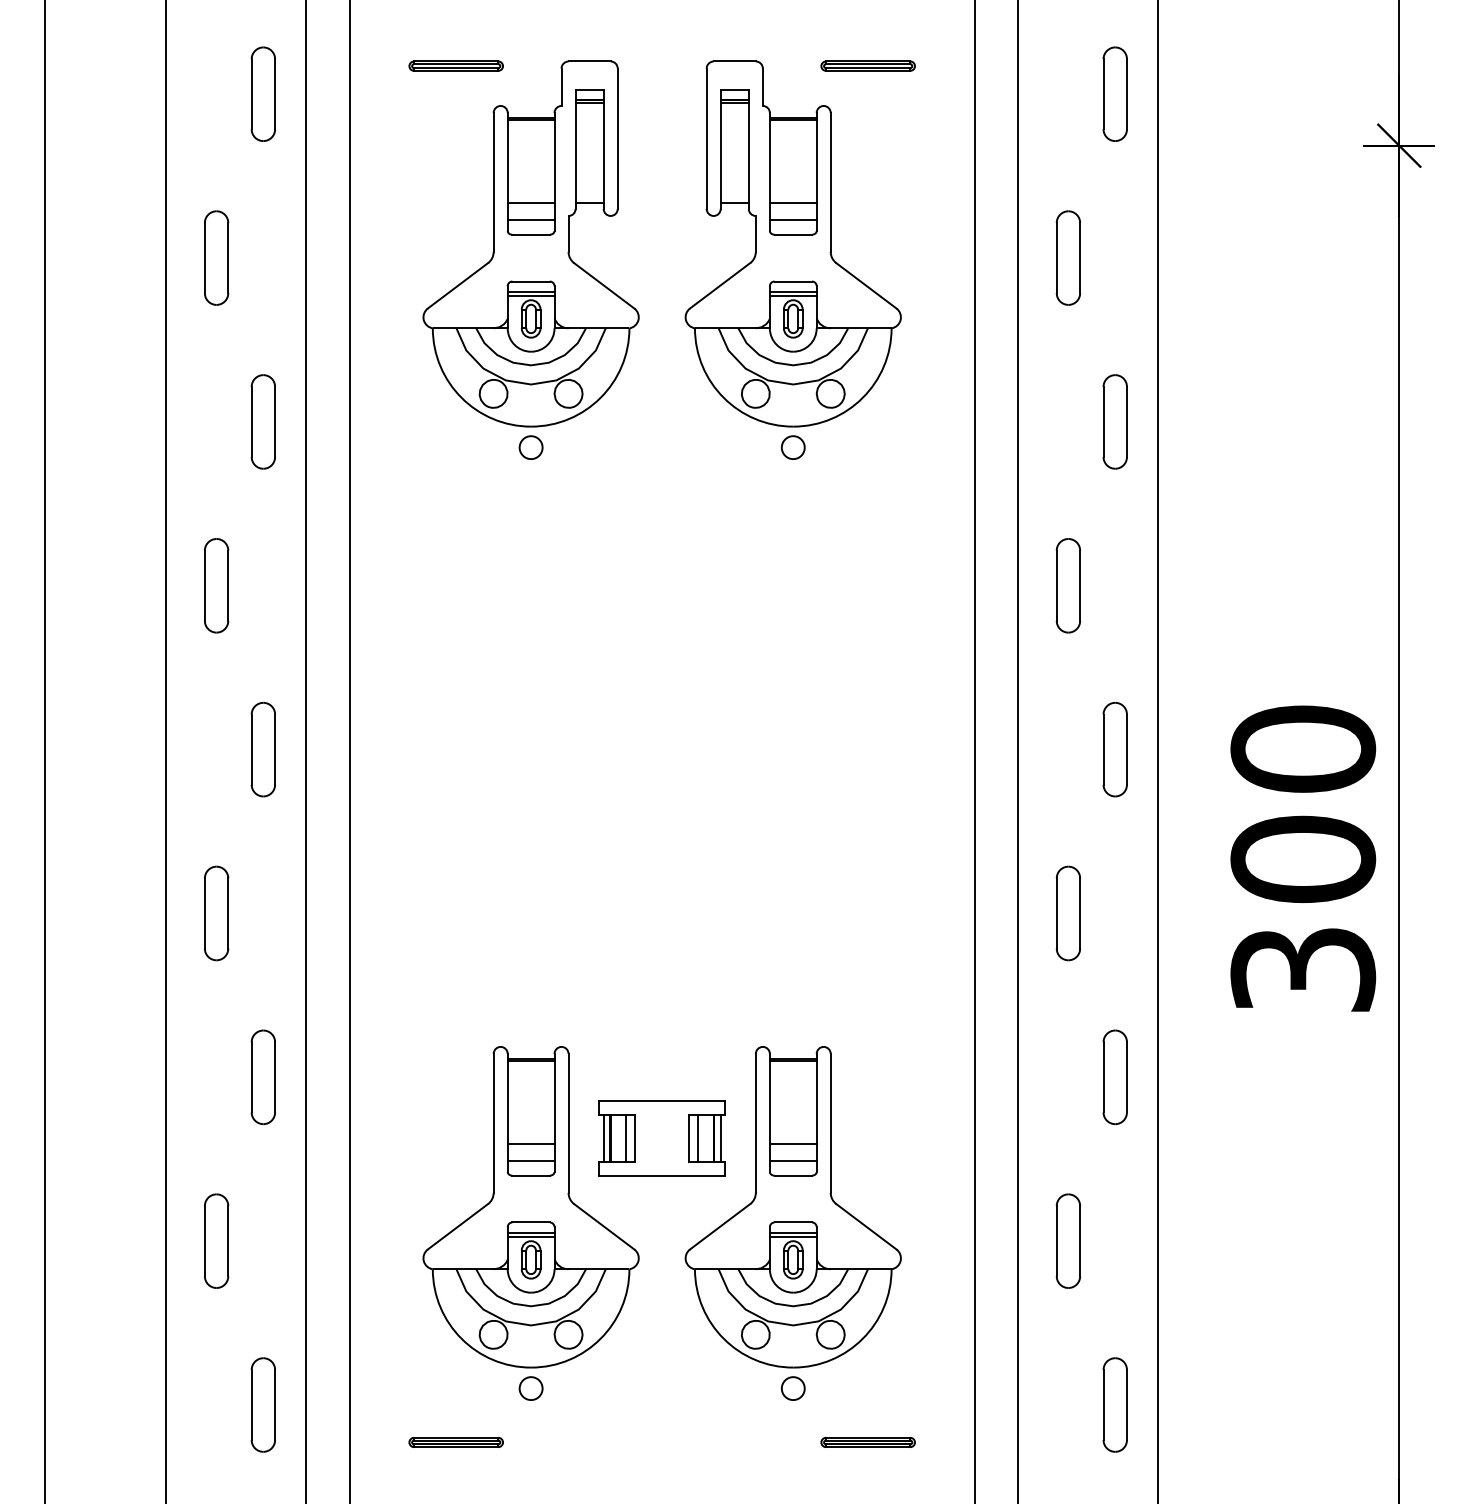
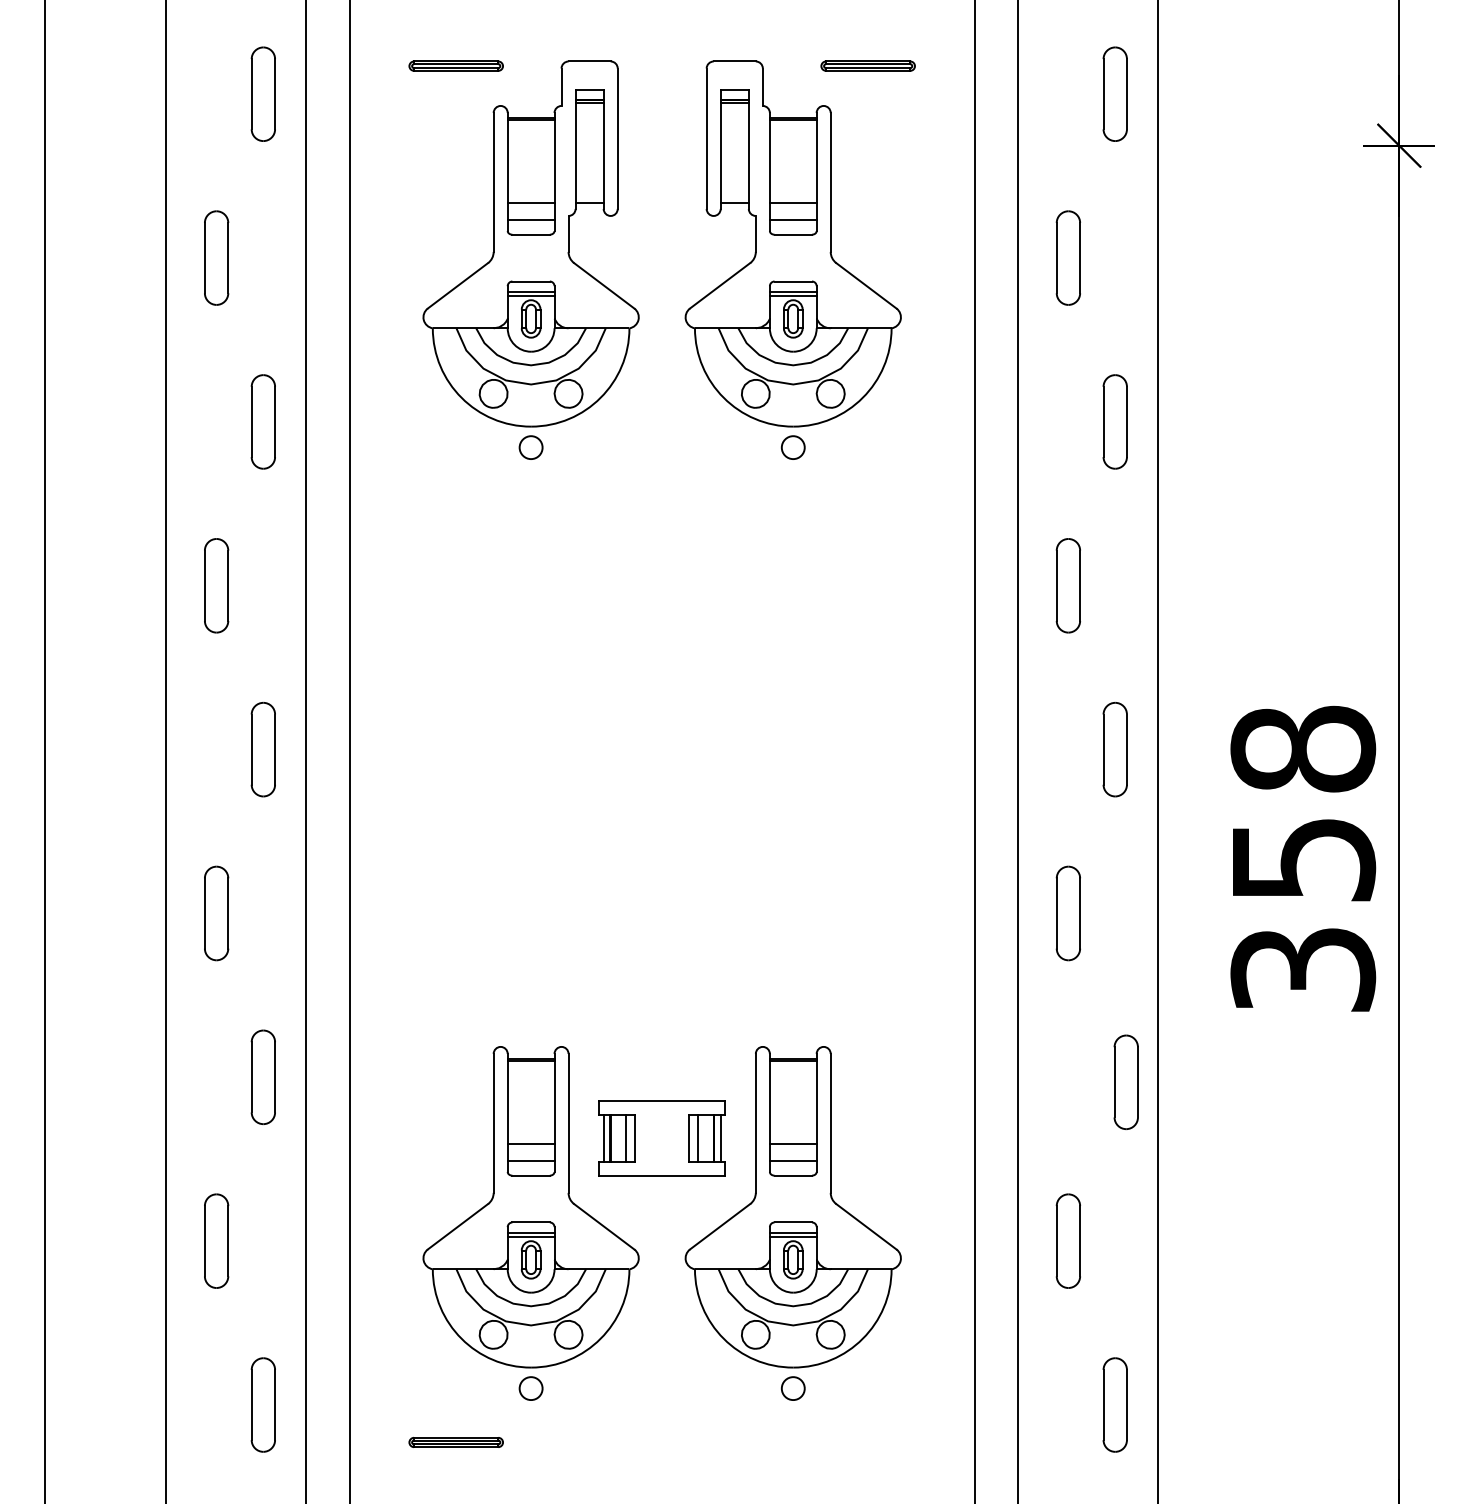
text at (1303, 804): 300 -> 358
part at (1114, 1076) position: (1114, 1076) -> (1125, 1081)
part at (867, 1442): present -> none
